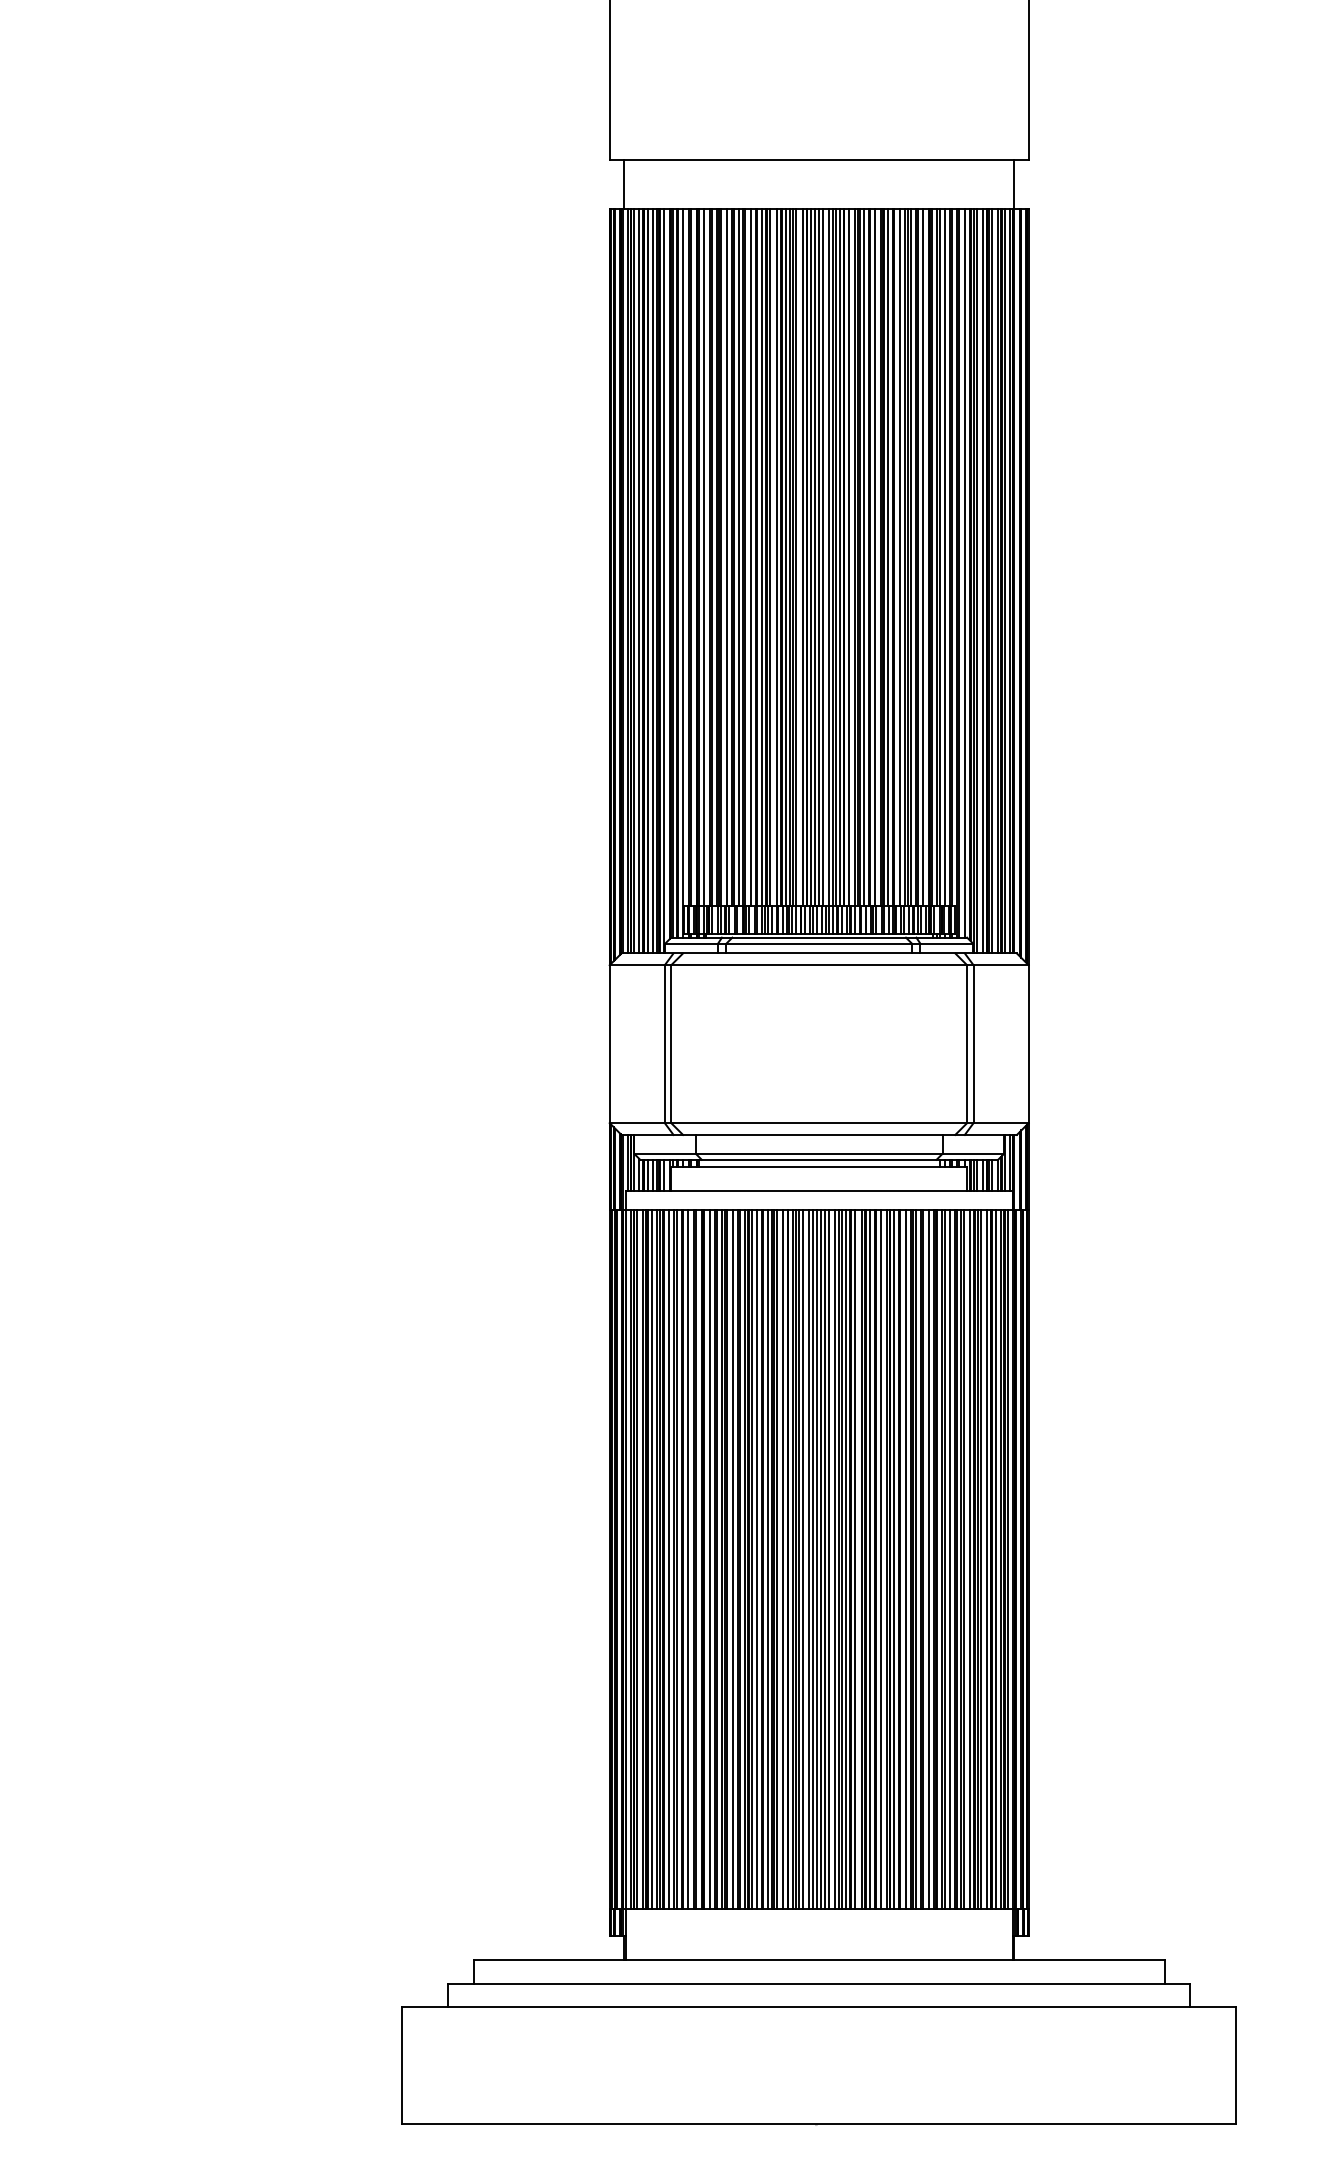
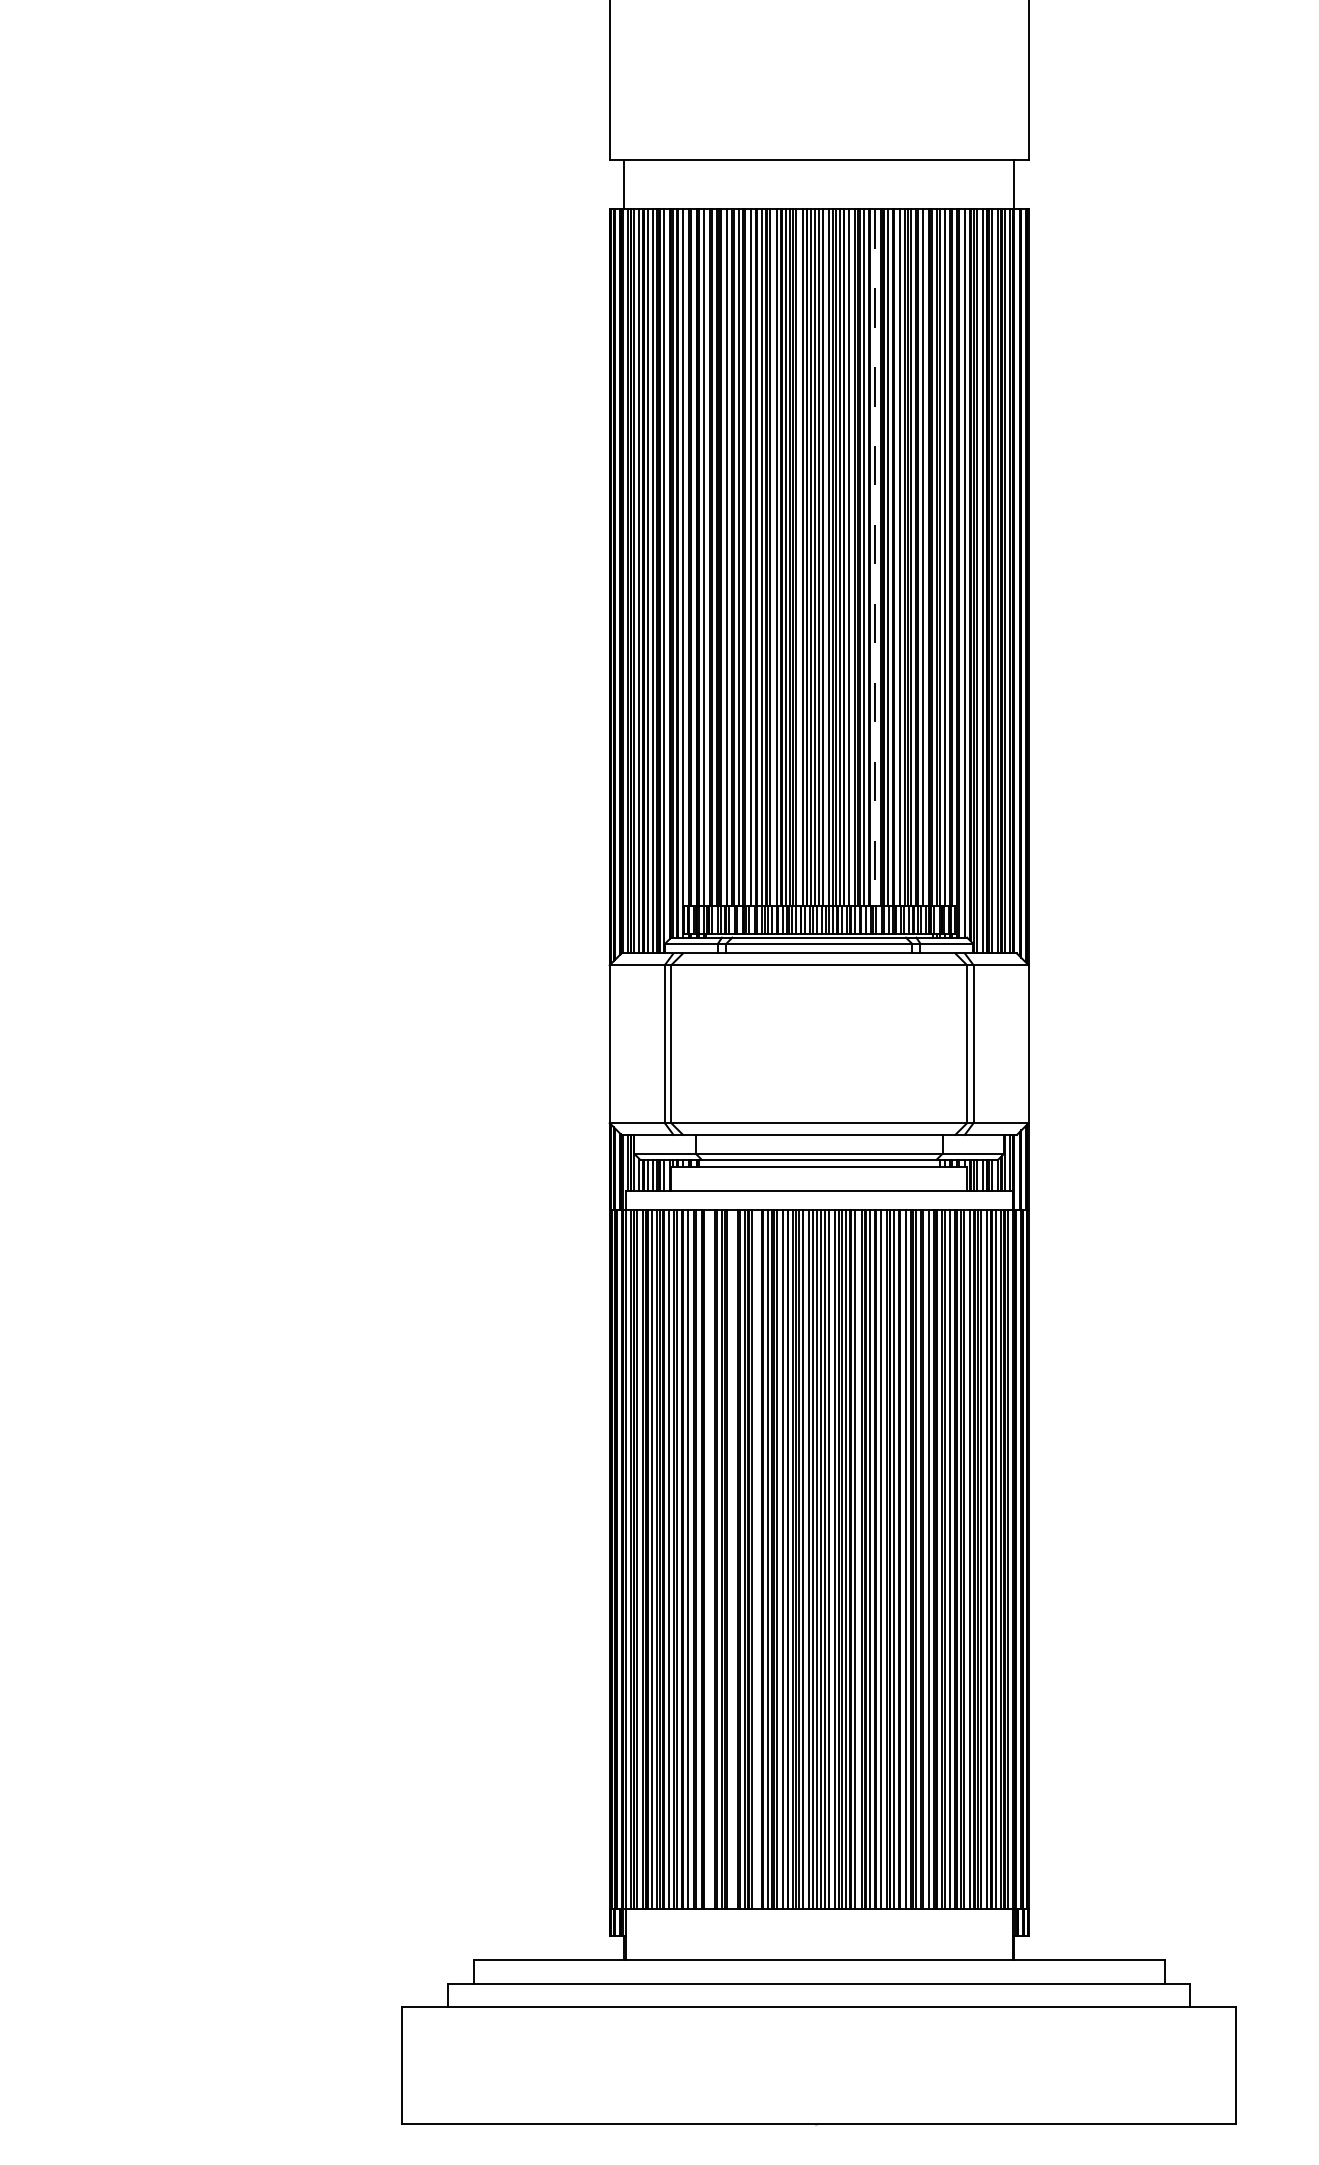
line at (874, 558): solid -> dashed
line at (709, 1559): present -> none
line at (732, 1559): present -> none
line at (757, 1559): present -> none
